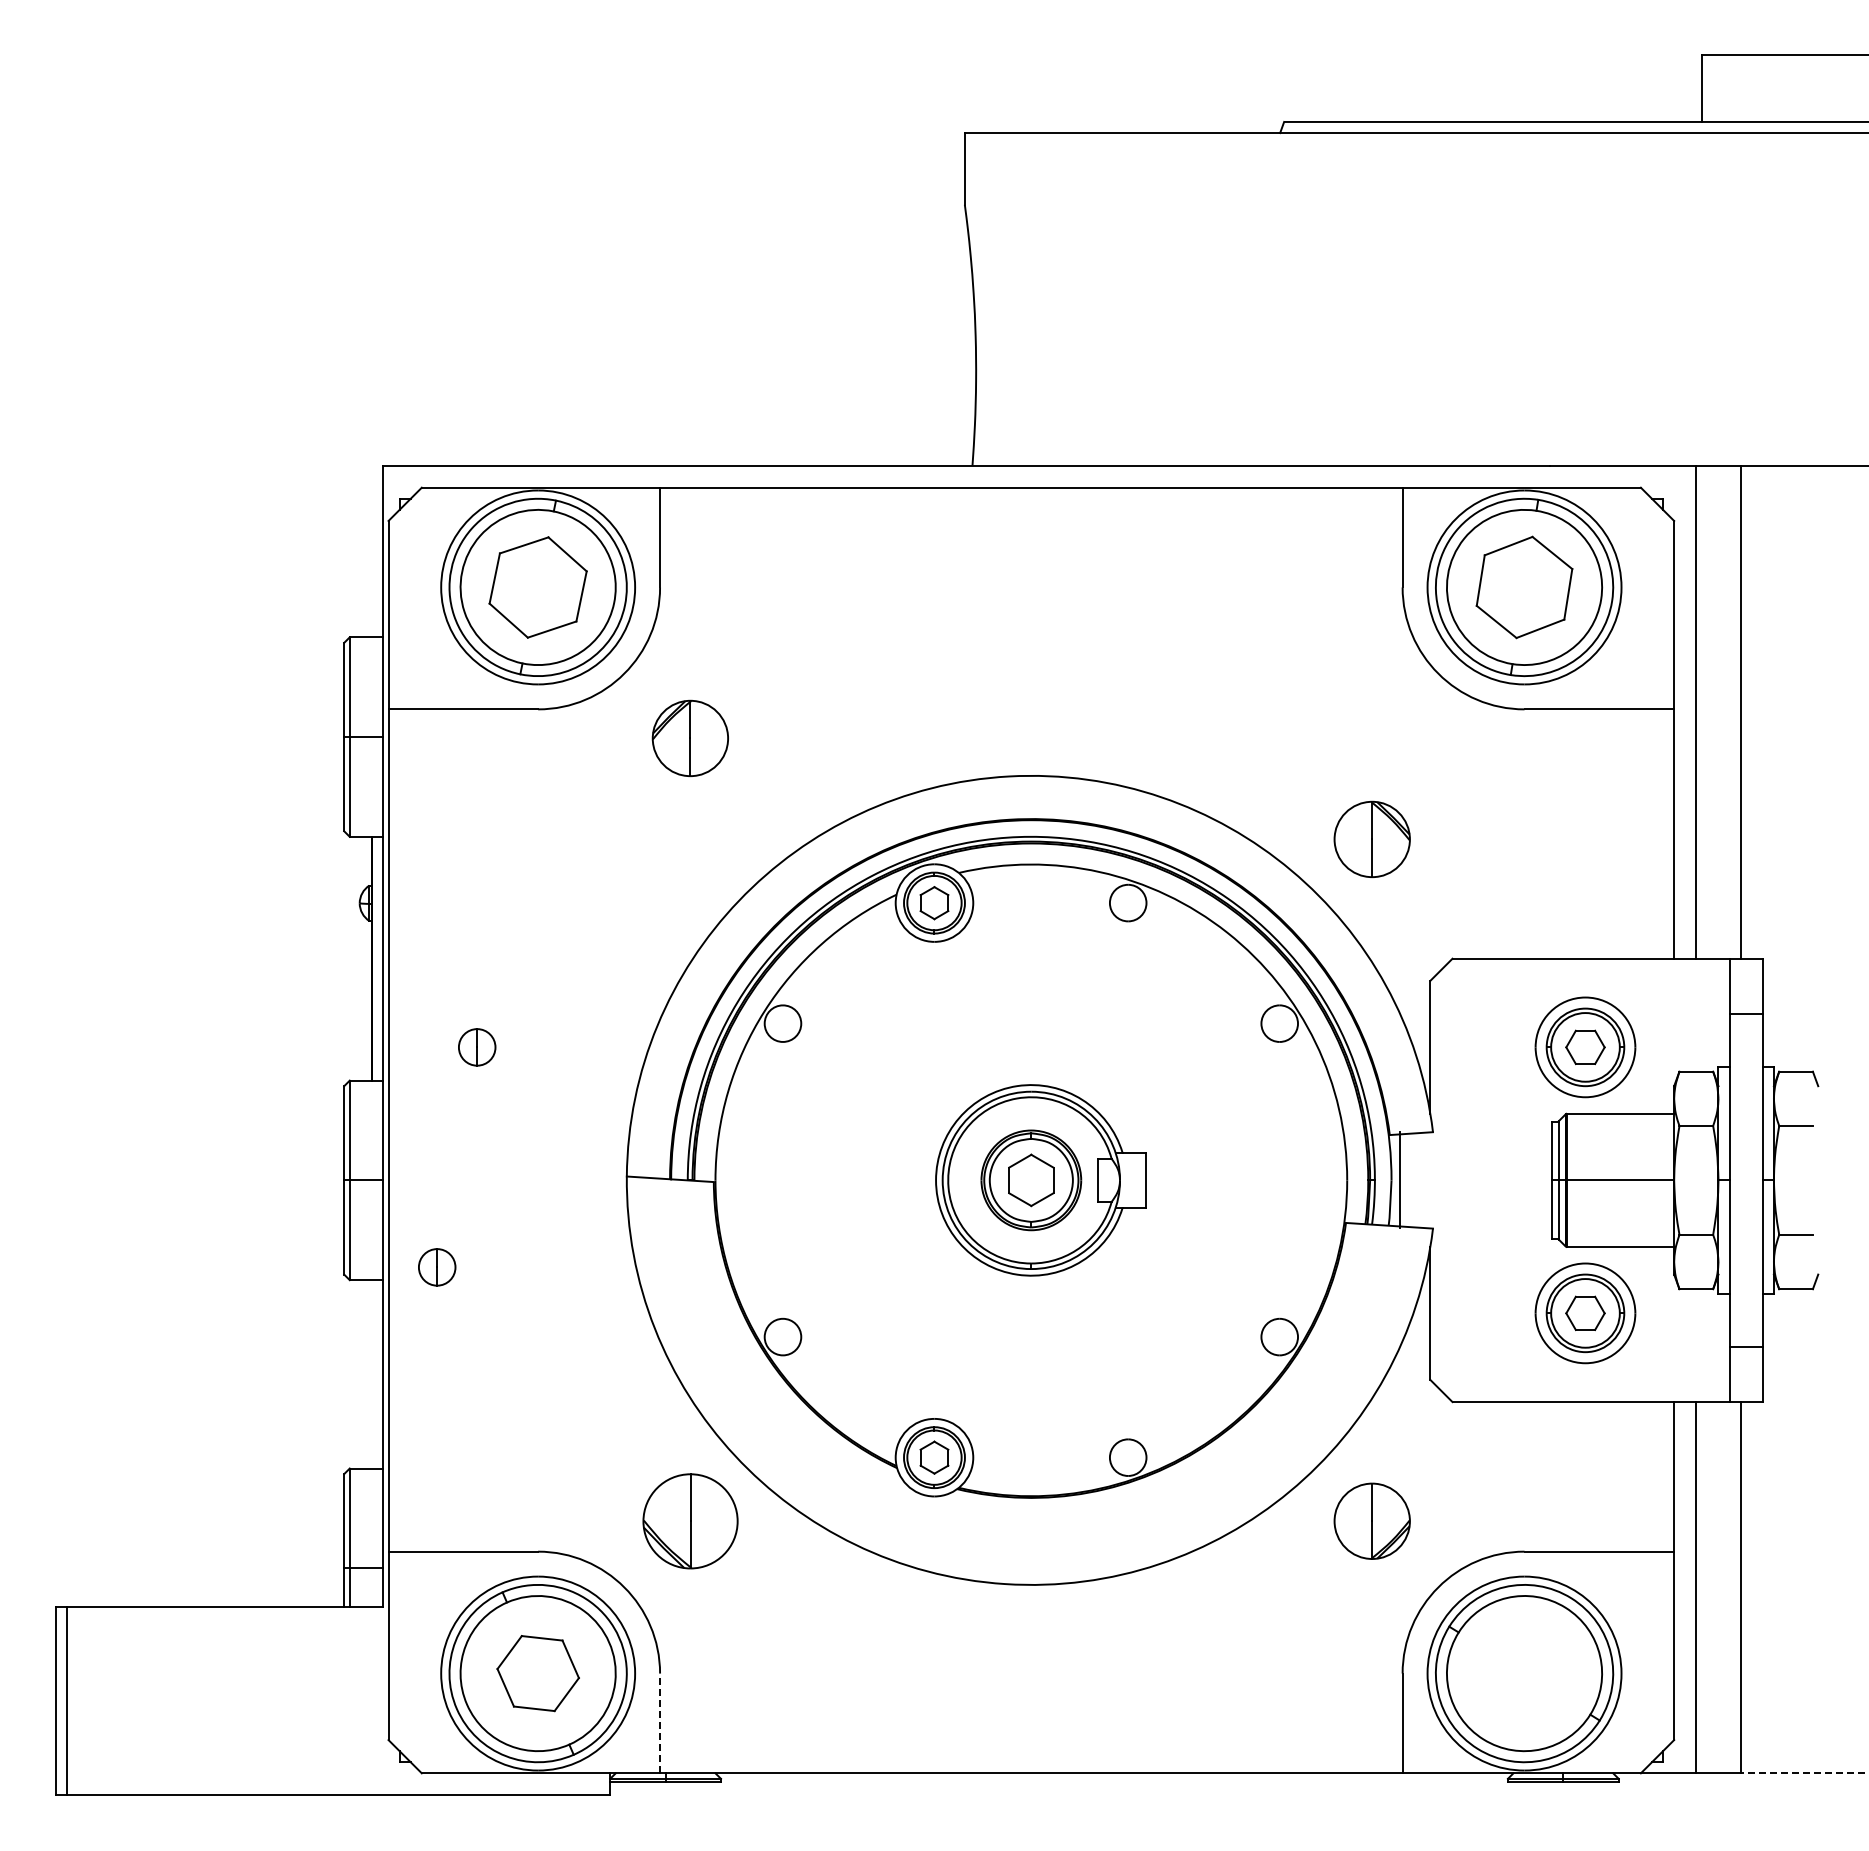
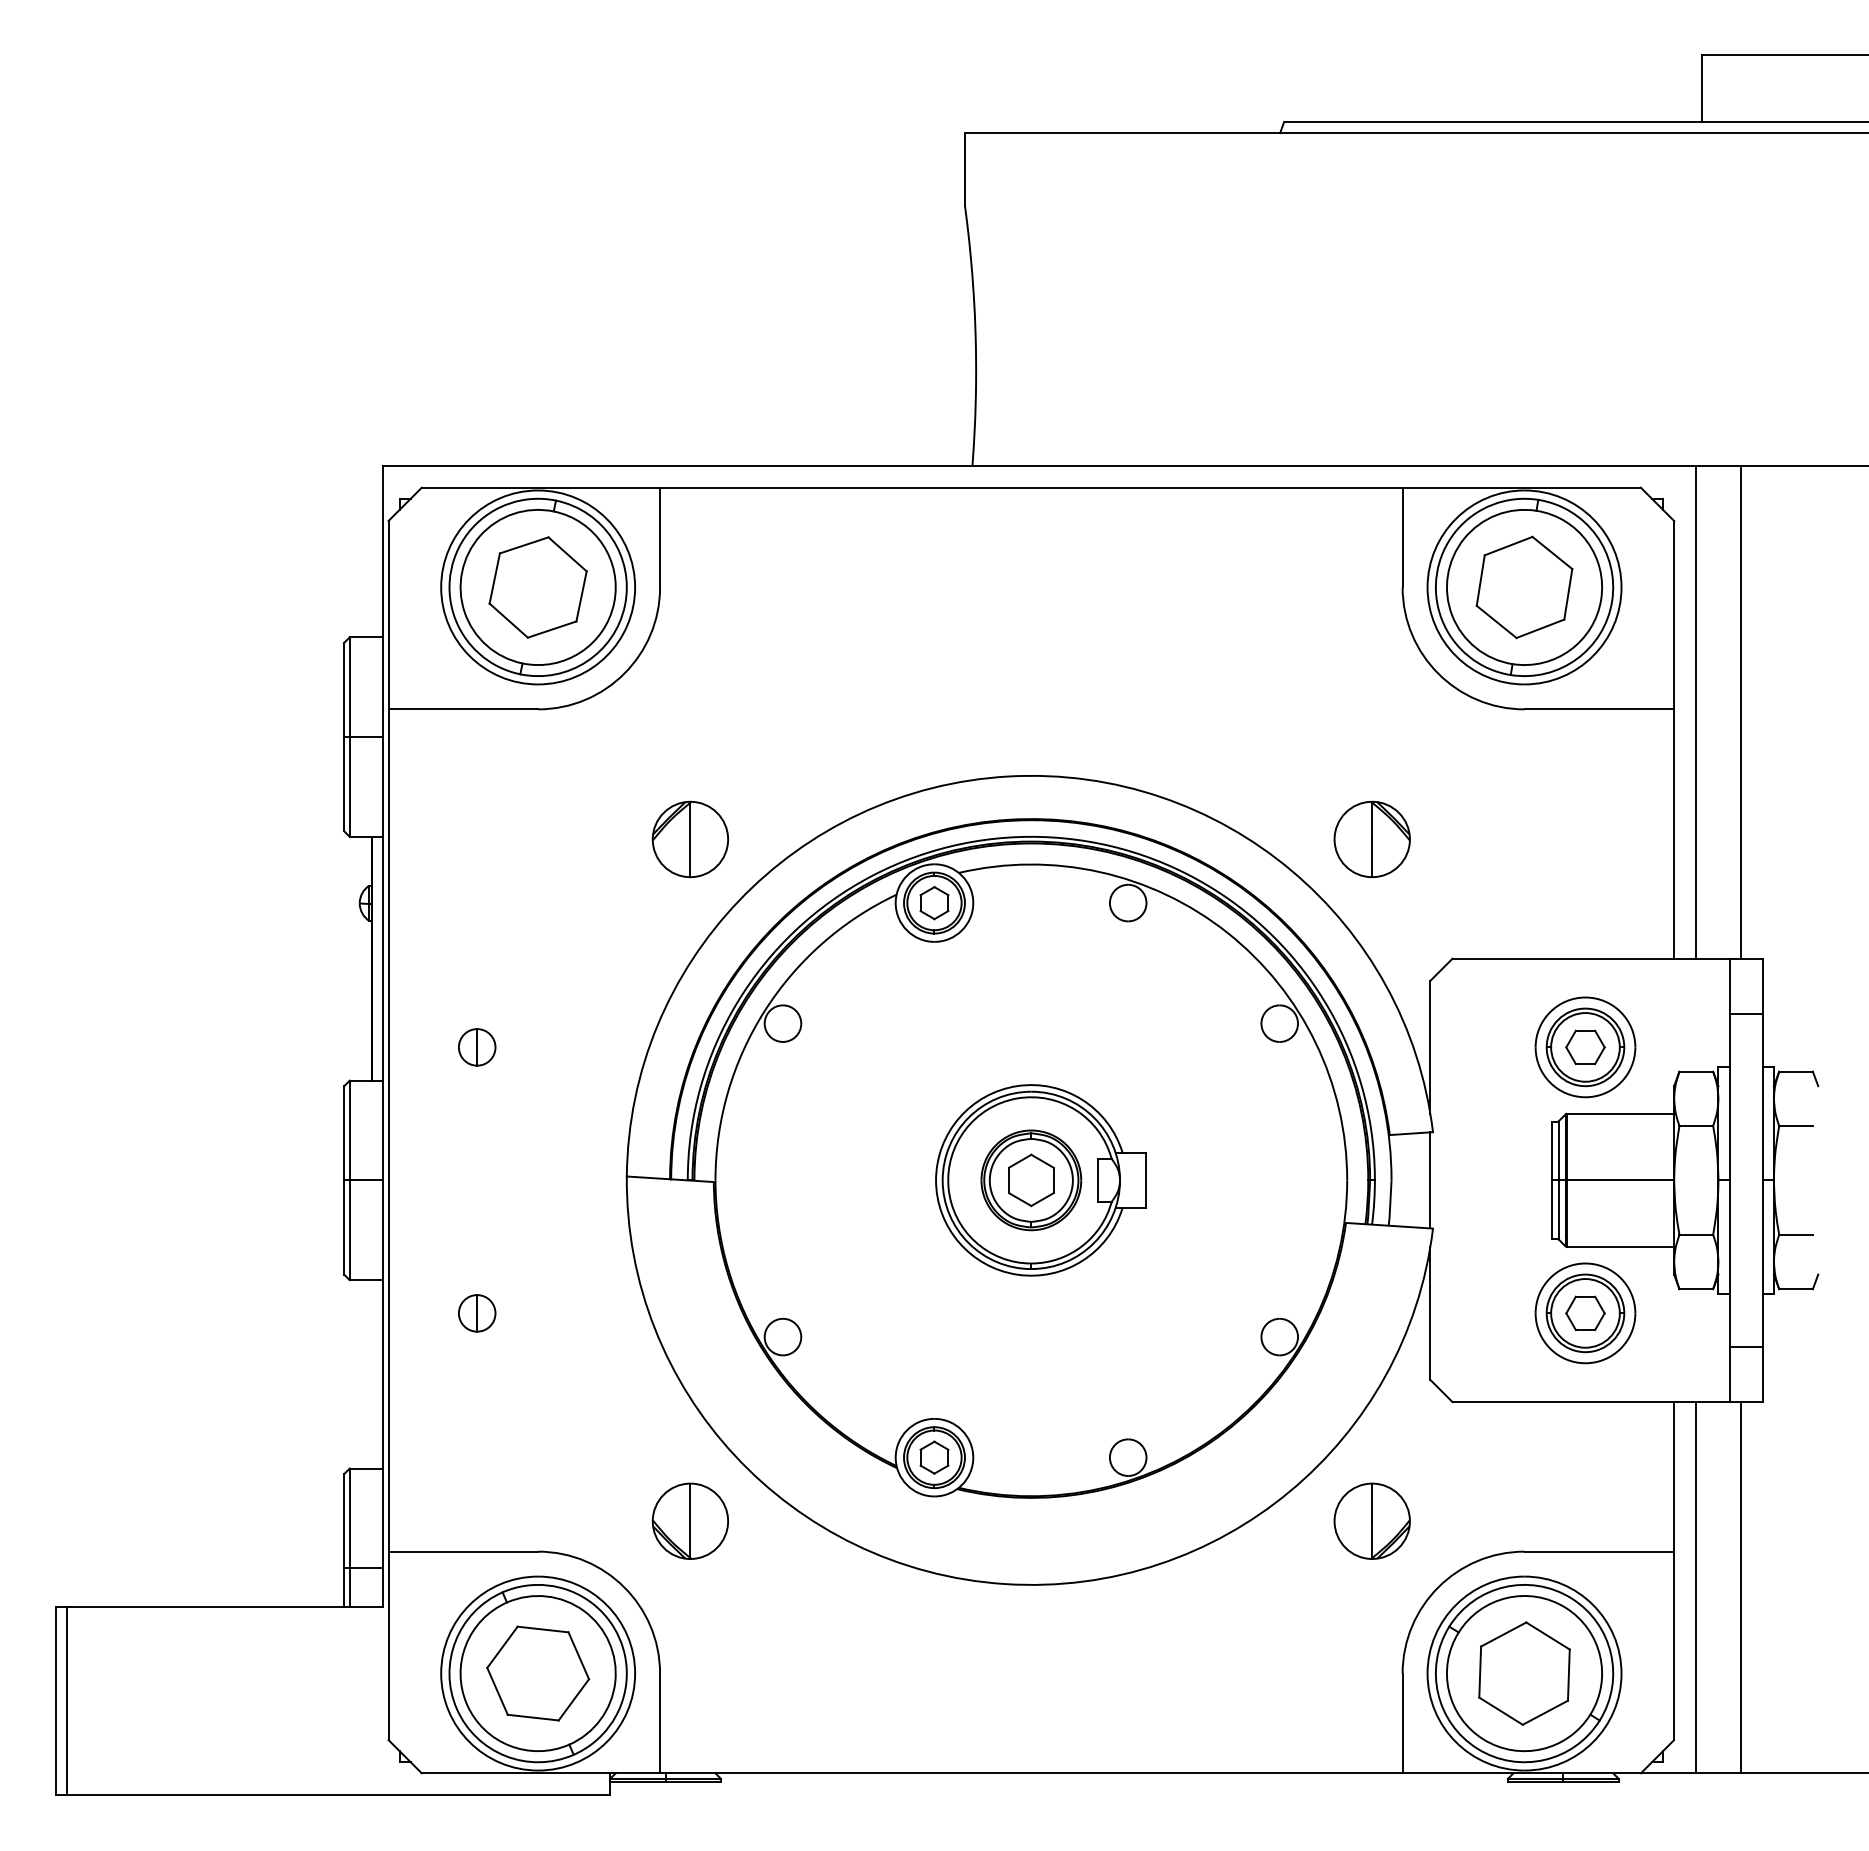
part at (689, 738) position: (689, 738) -> (689, 839)
line at (1400, 1180) position: (1400, 1180) -> (1430, 1180)
part at (437, 1267) position: (437, 1267) -> (477, 1313)
part at (690, 1521) size: 97x97 px -> 78x78 px
part at (537, 1673) size: 84x78 px -> 105x97 px
part at (1524, 1673): none -> present
line at (660, 1723): dashed -> solid
line at (1804, 1773): dashed -> solid
